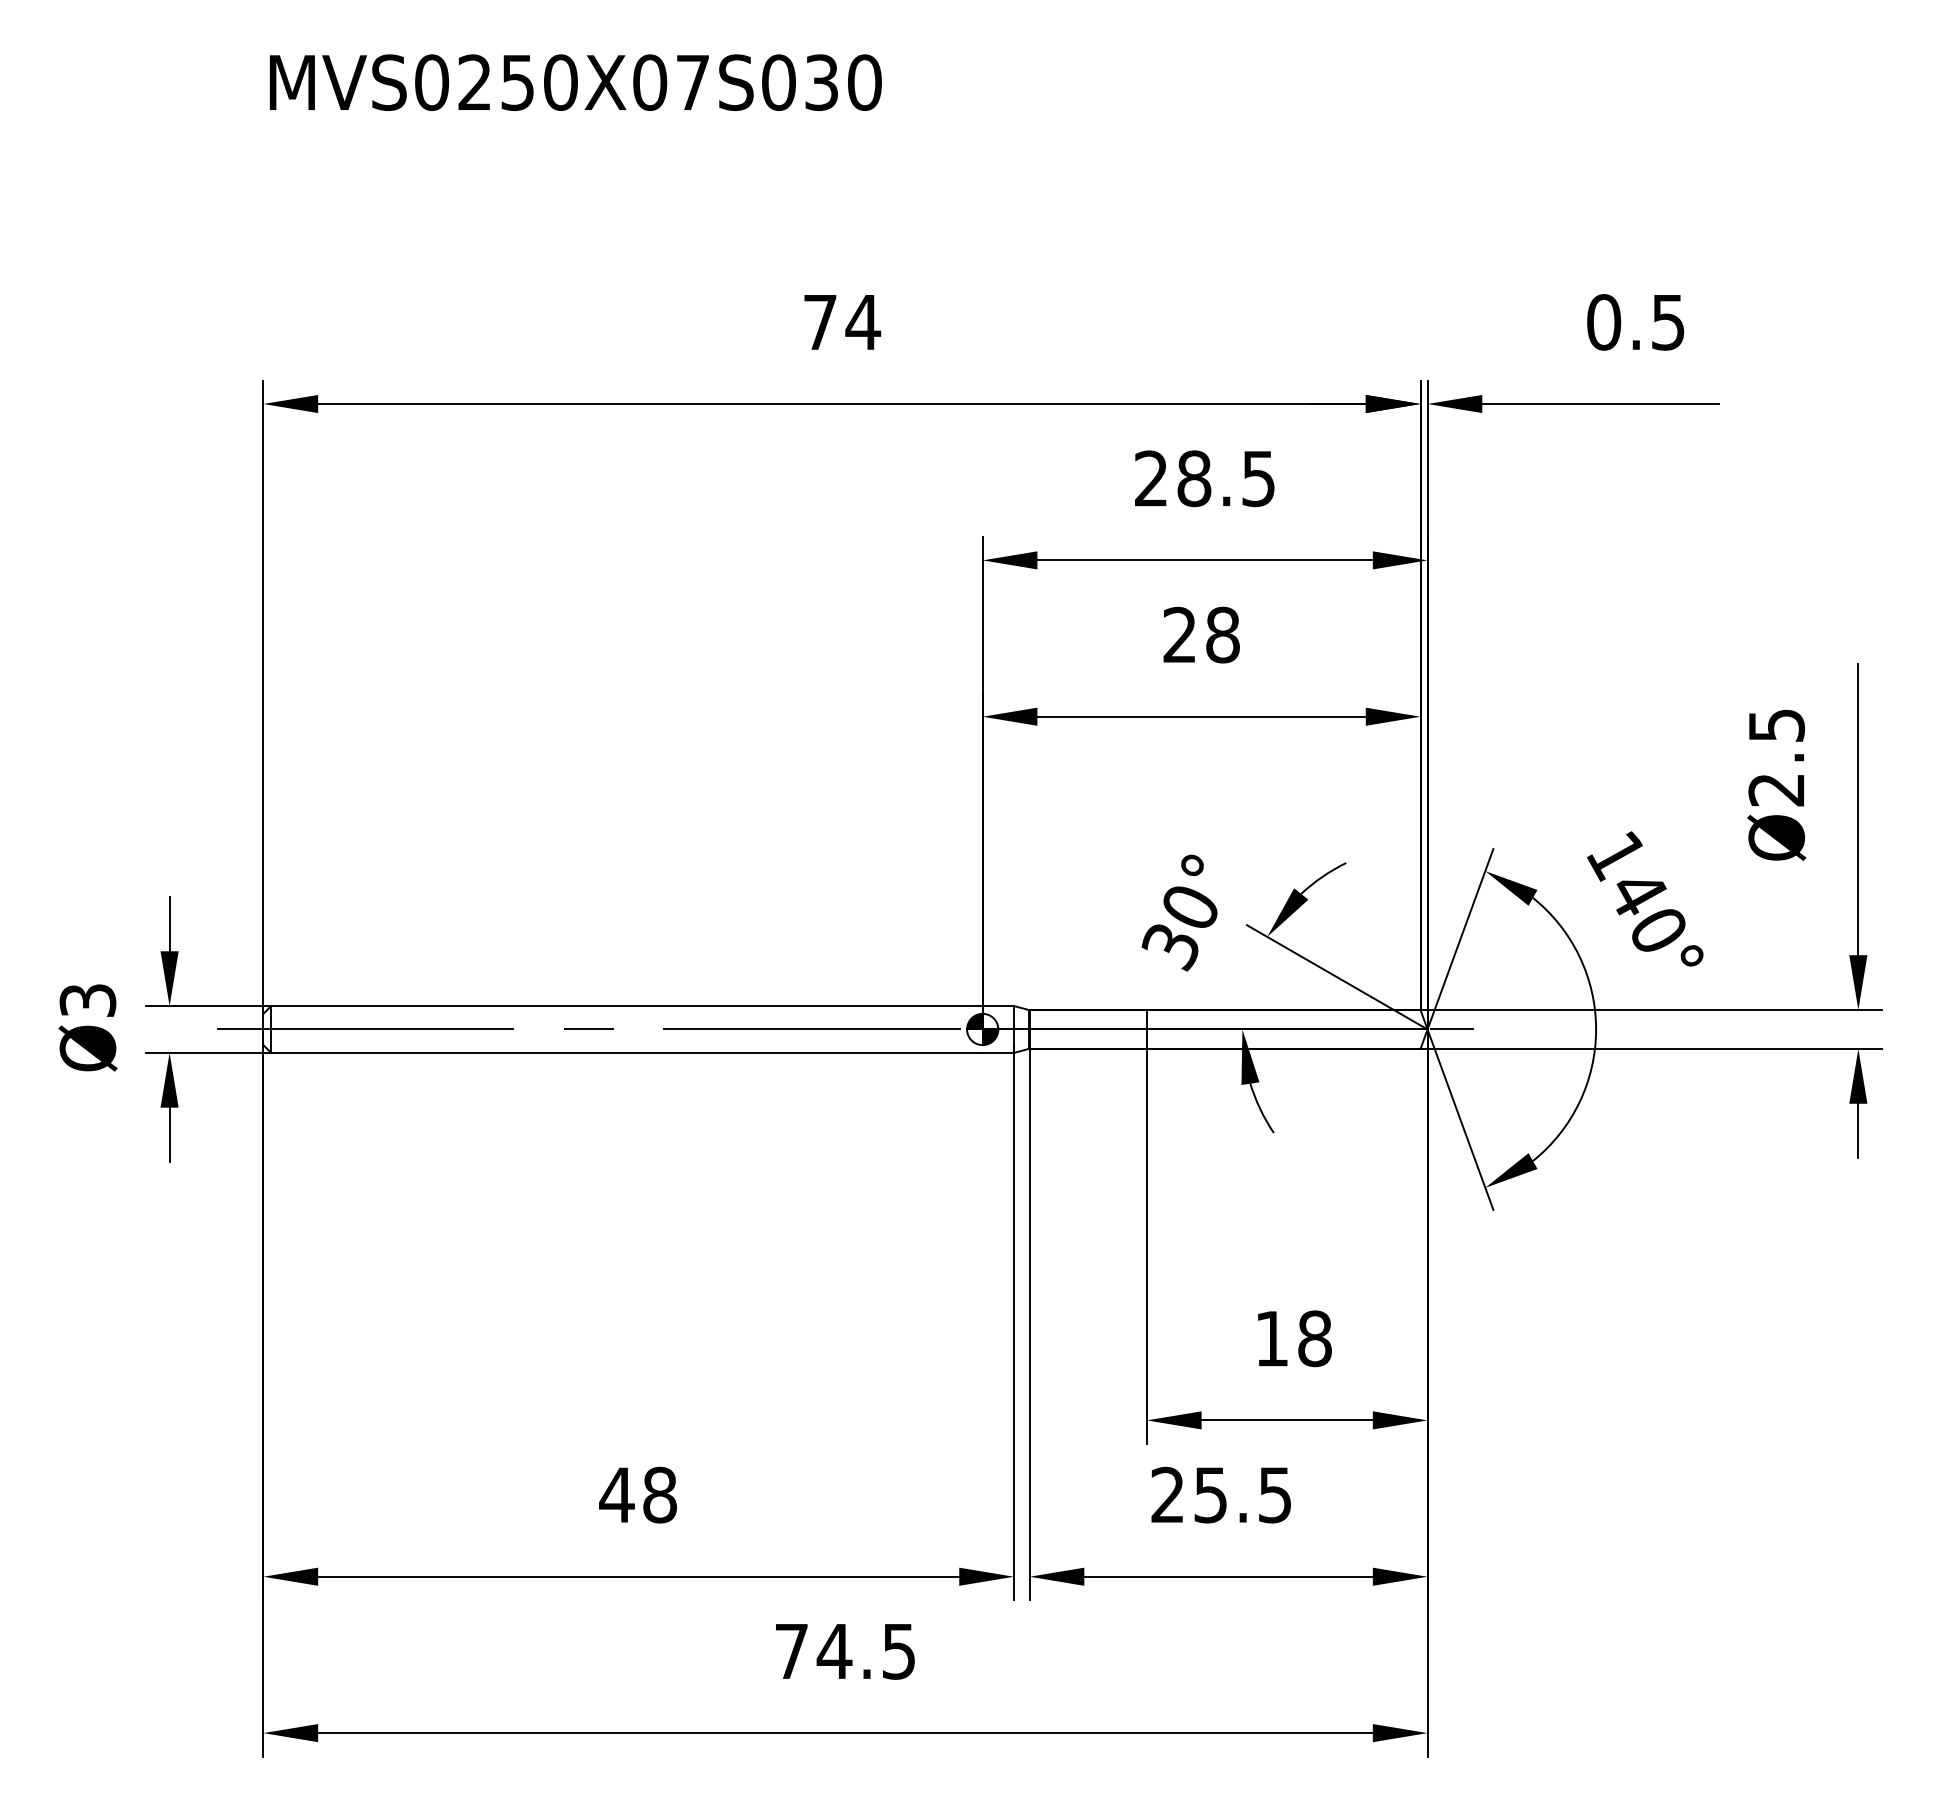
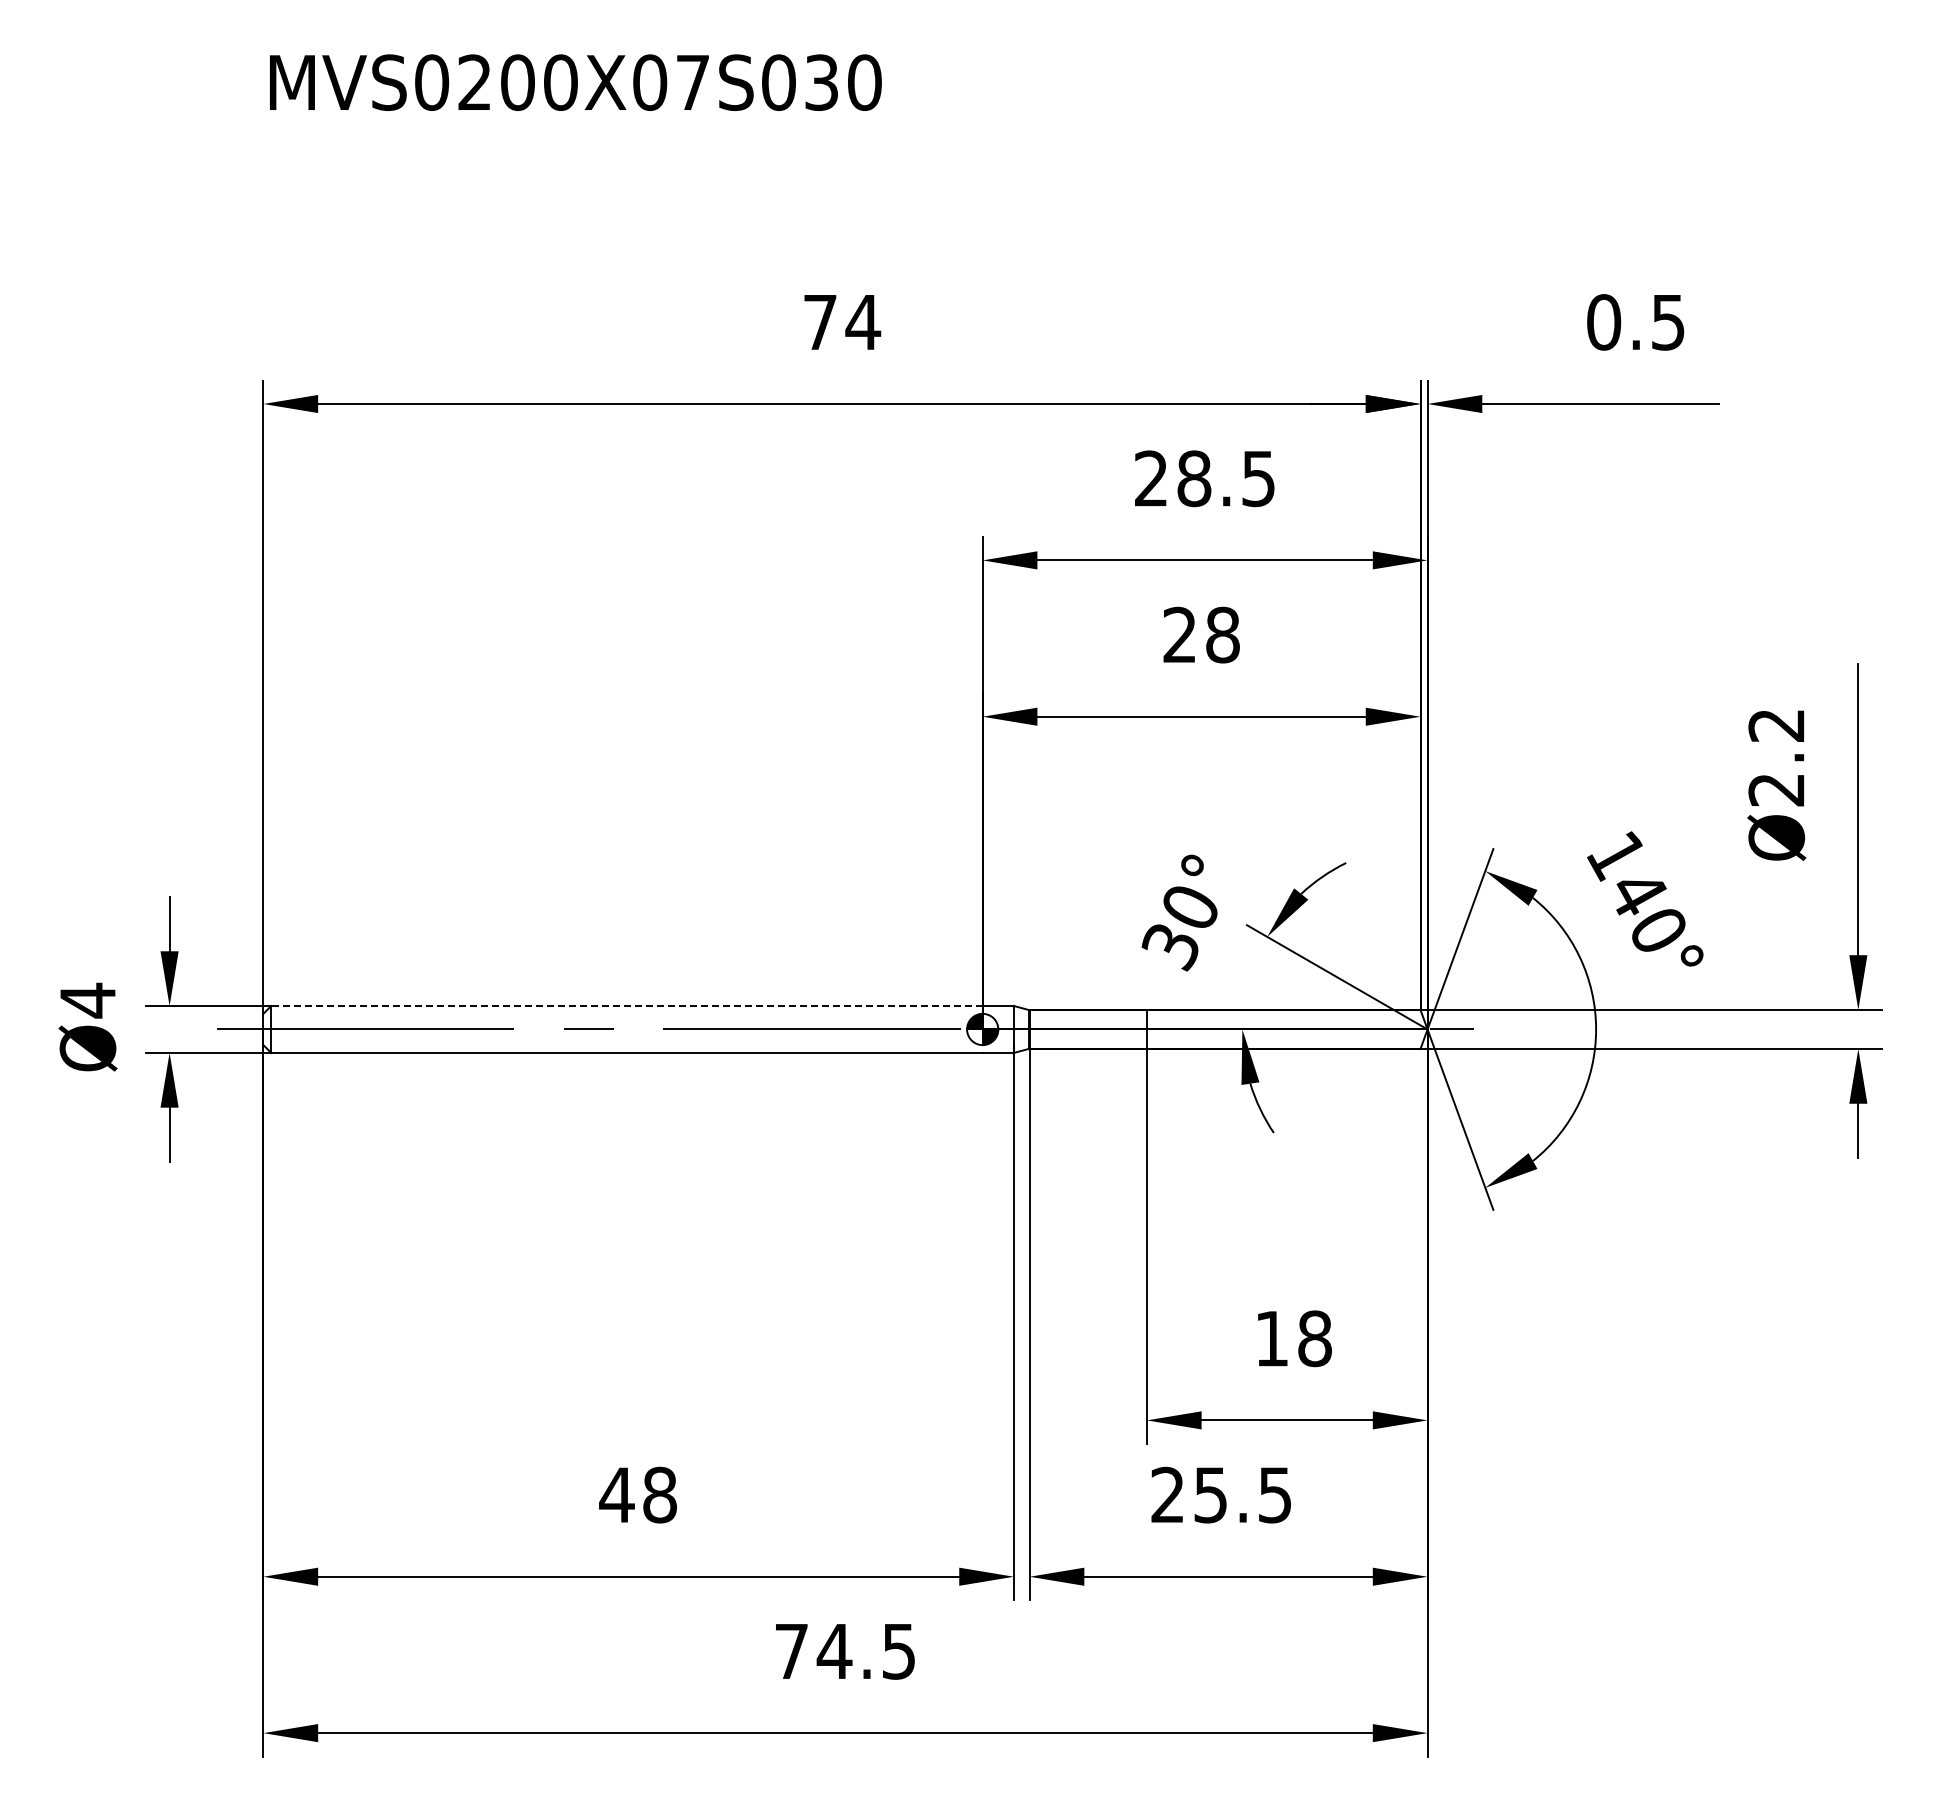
text at (517, 82): MVS0250X07S030 -> MVS0200X07S030
text at (1776, 725): Ø2.5 -> Ø2.2
text at (87, 1000): Ø3 -> Ø4
line at (626, 1006): solid -> dashed
